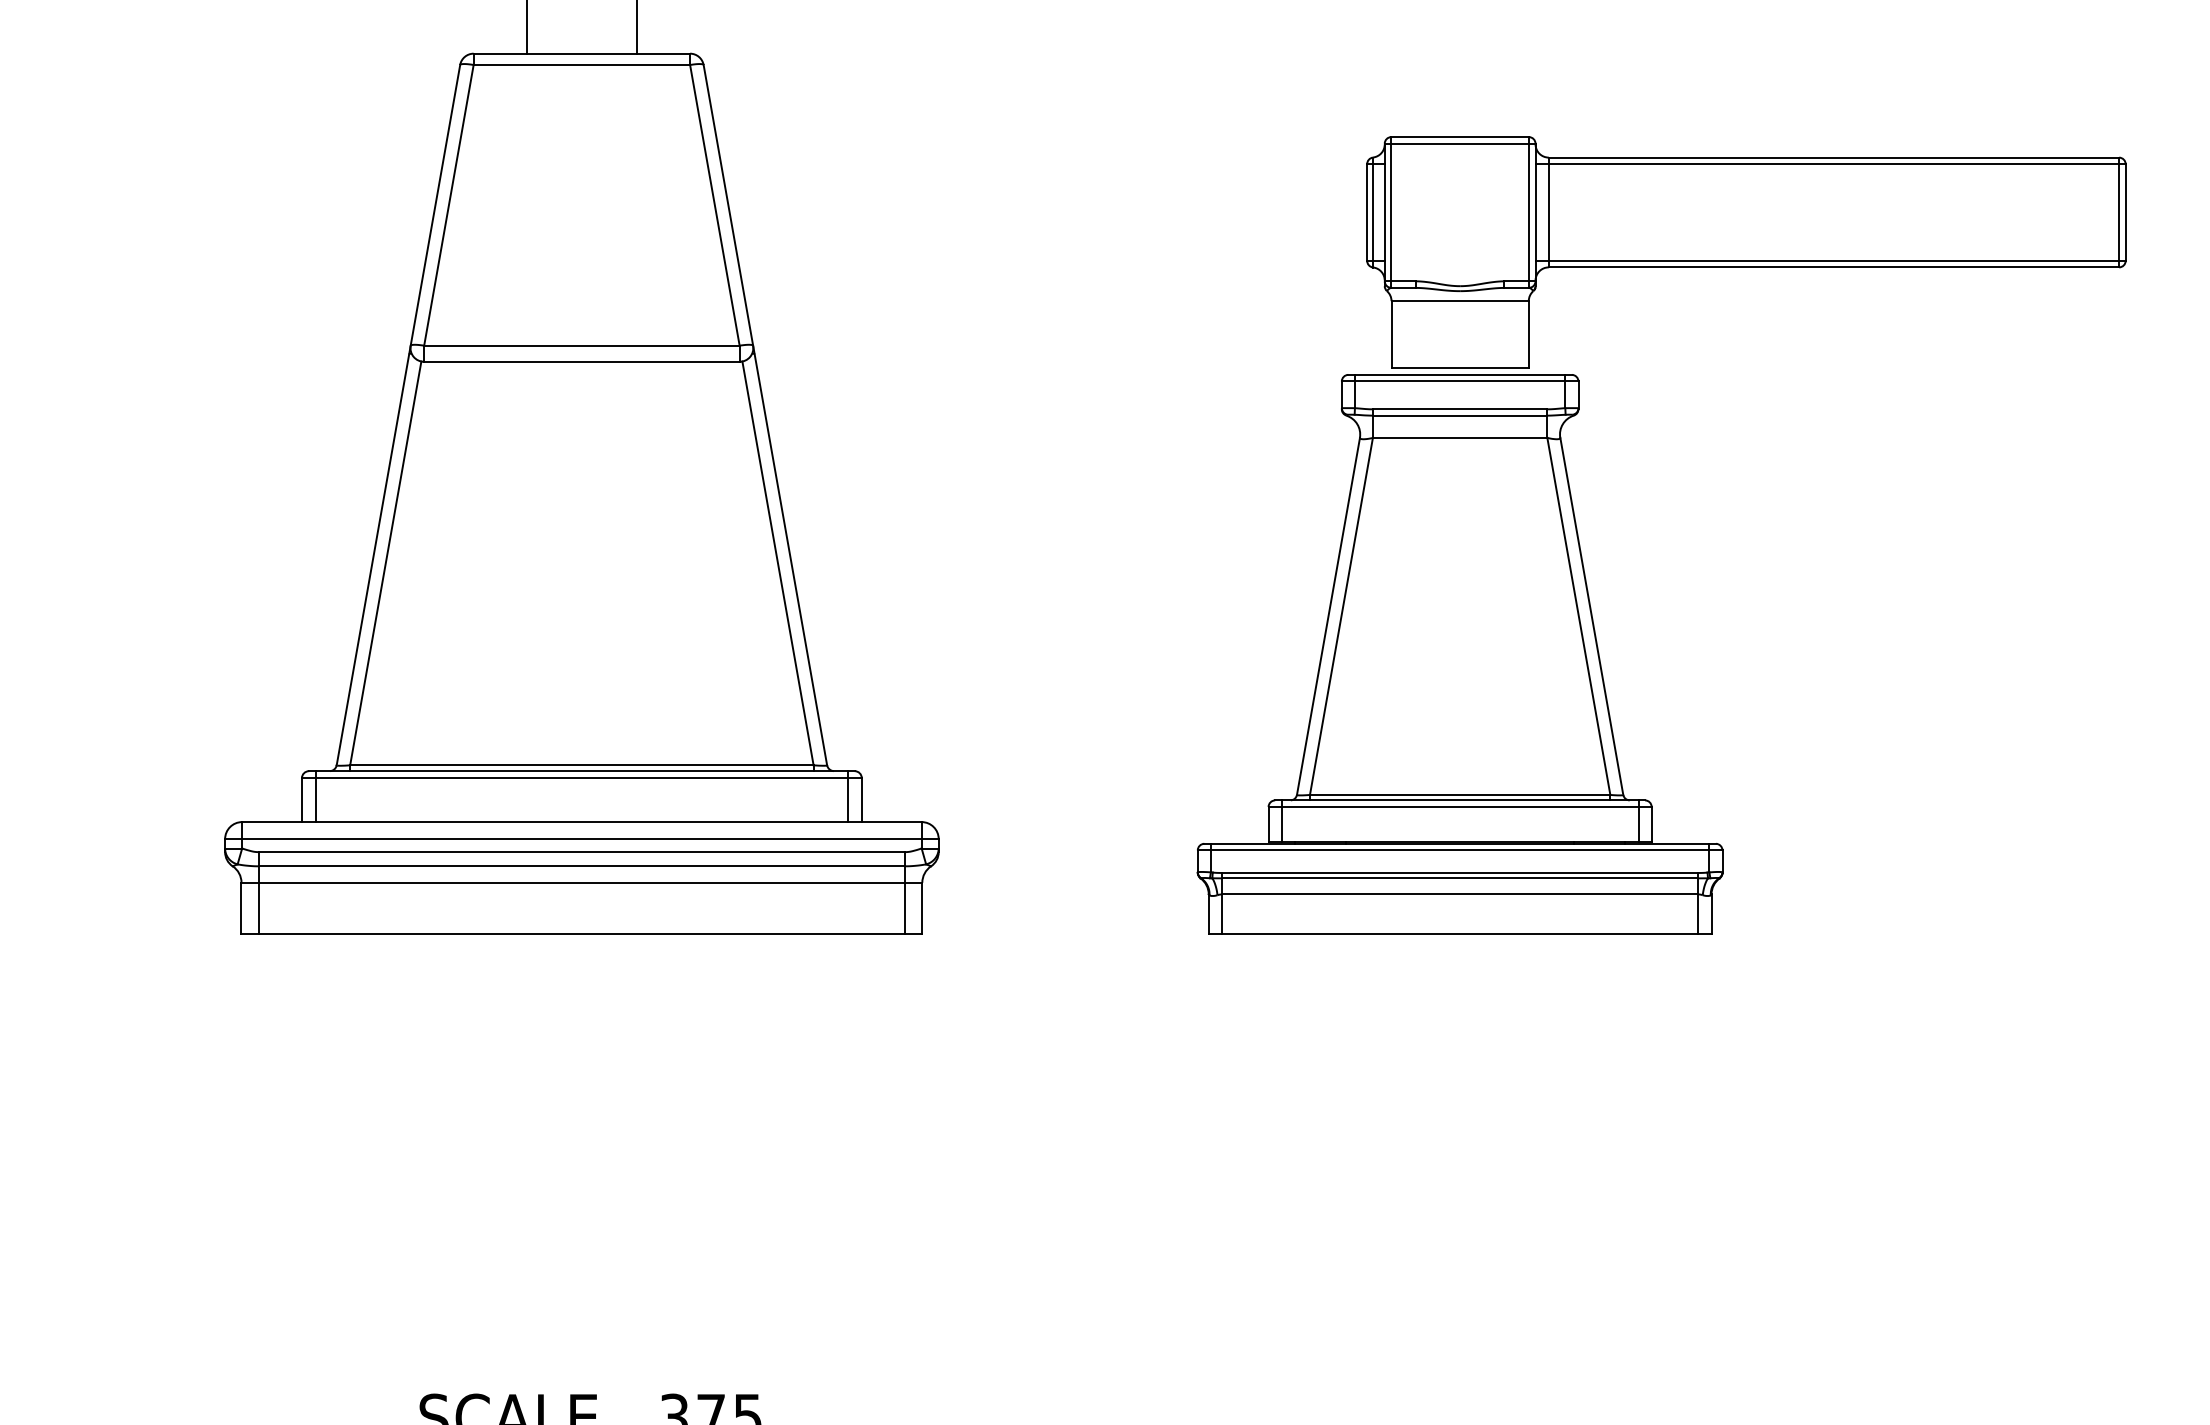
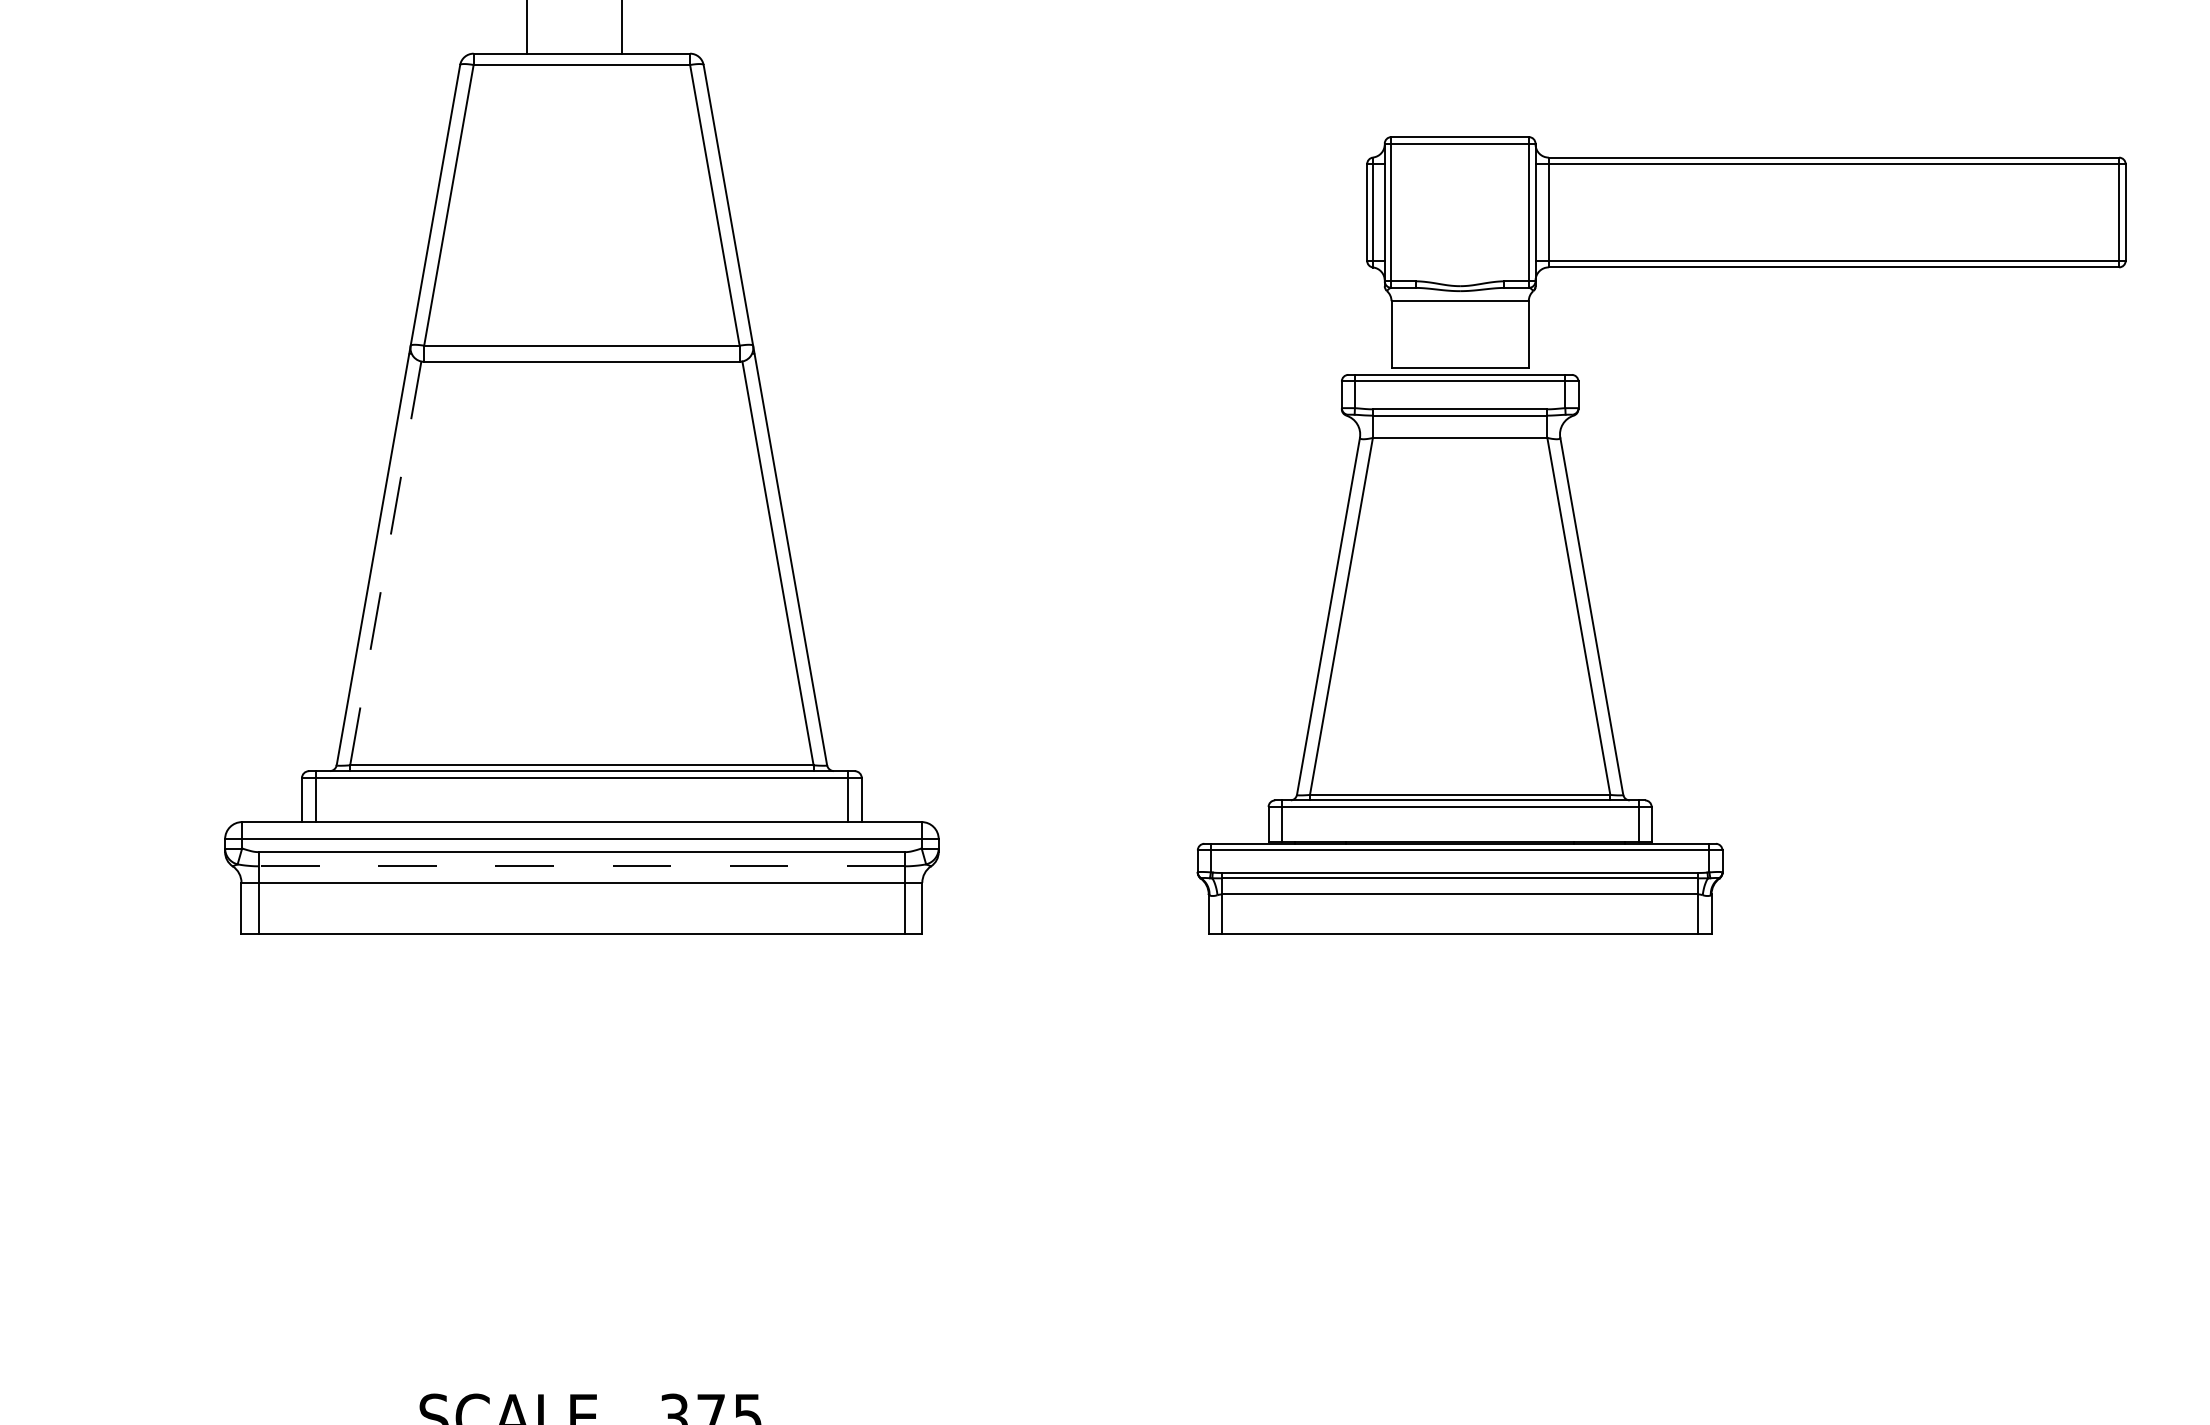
line at (636, 27) position: (636, 27) -> (621, 27)
line at (385, 563): solid -> dashed
line at (581, 866): solid -> dashed
